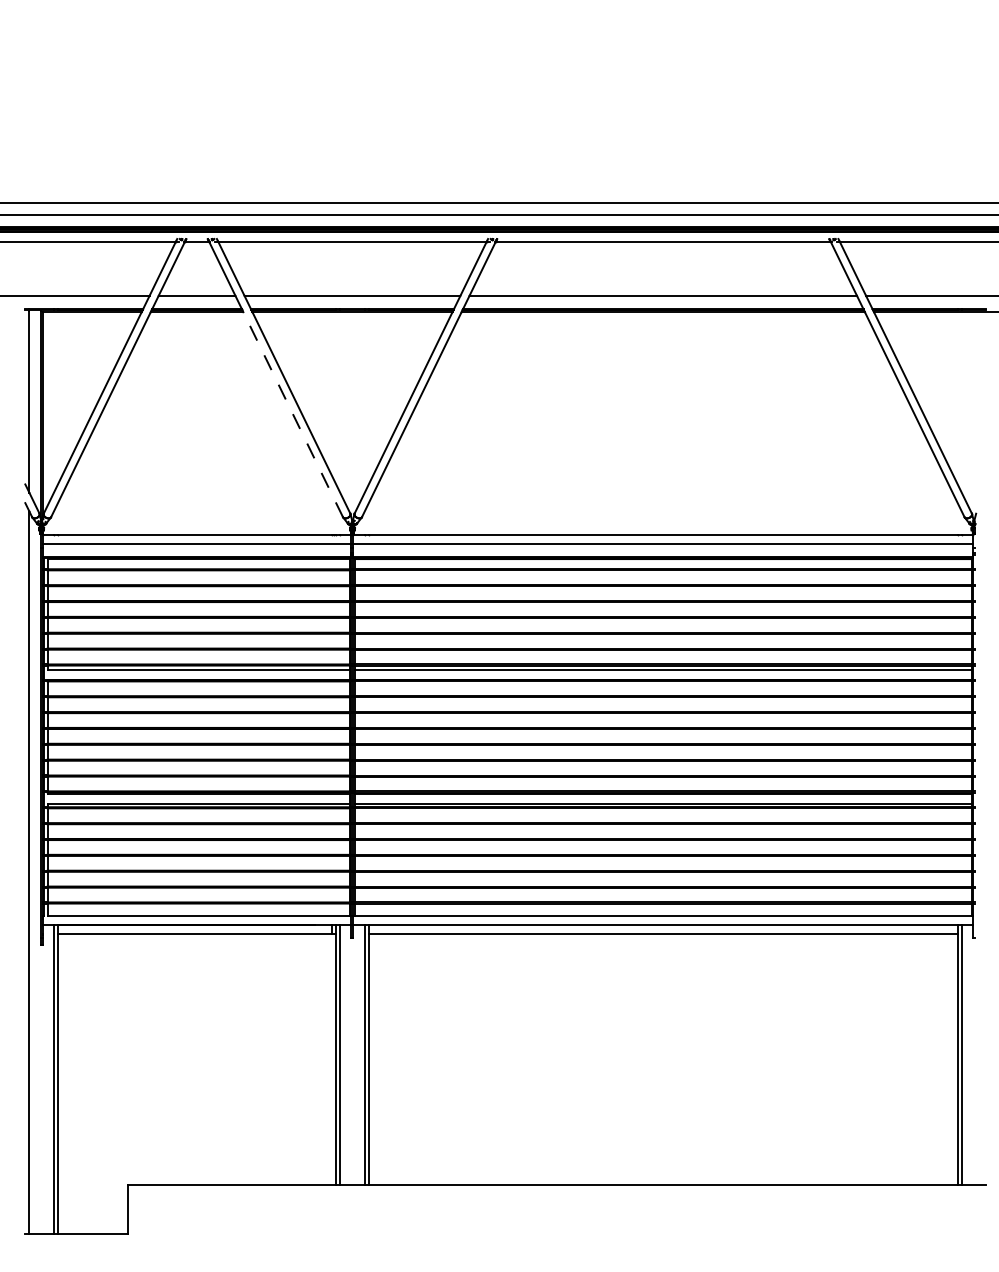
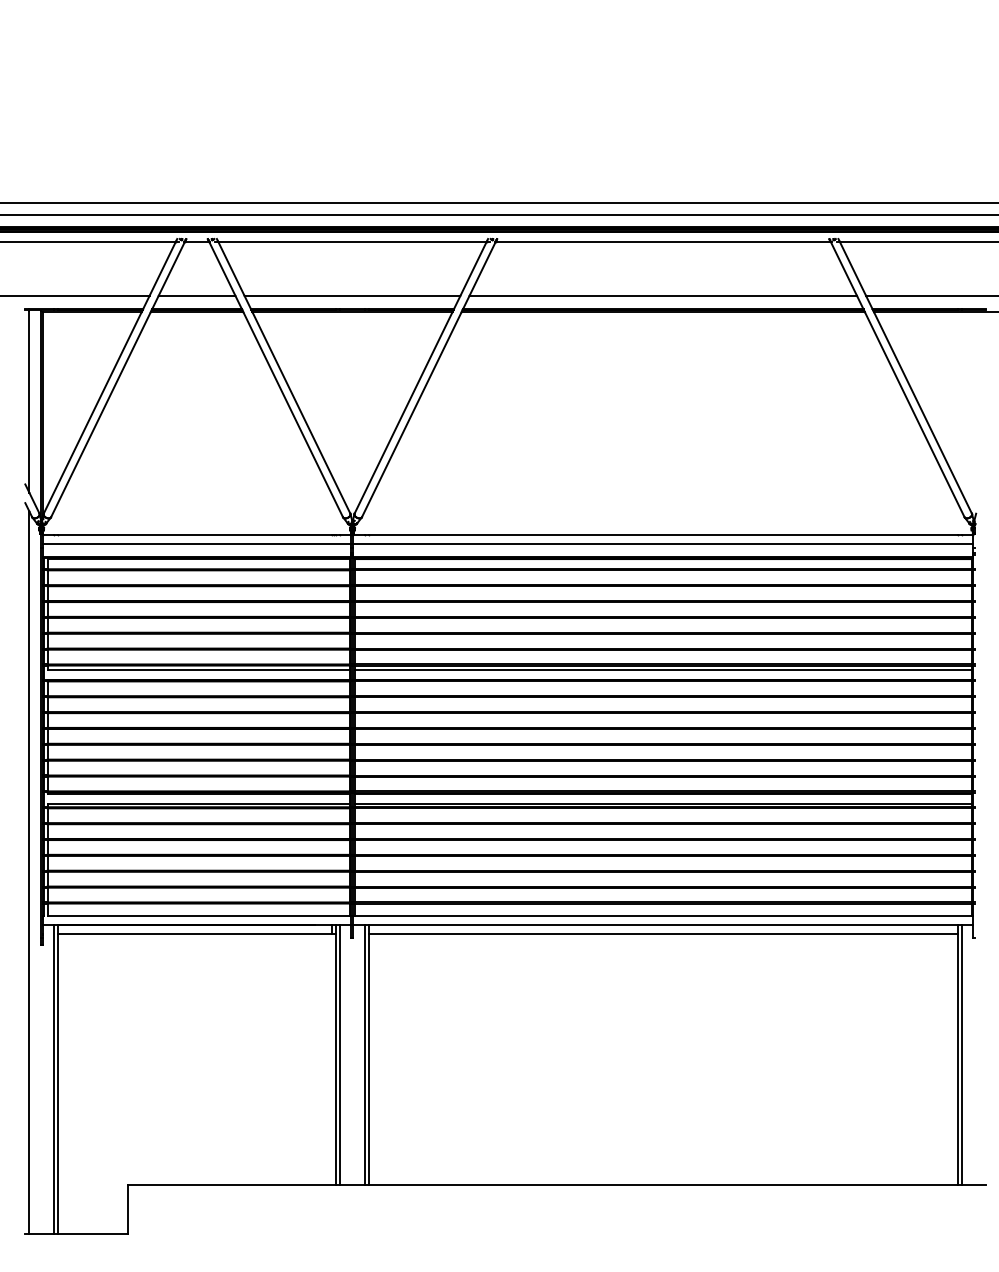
line at (293, 414): dashed -> solid
